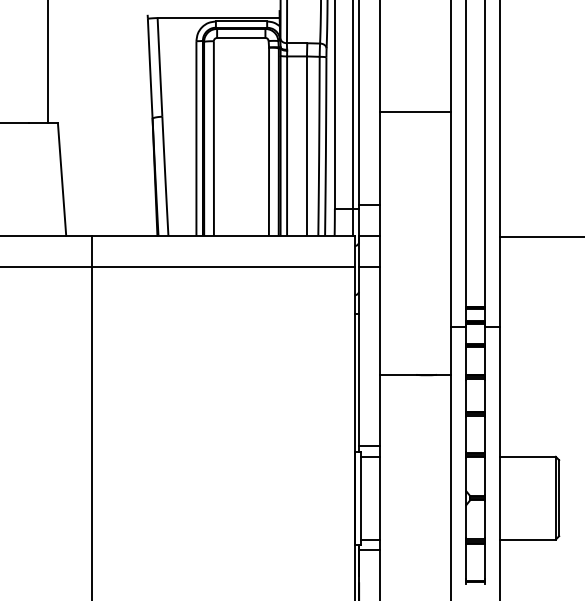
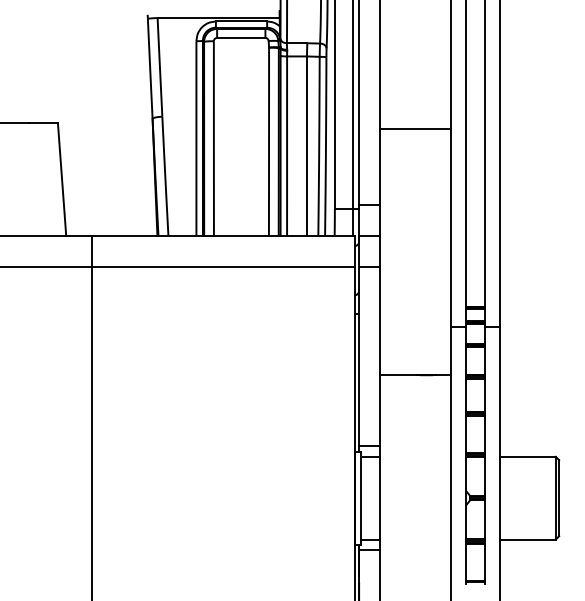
line at (48, 62): present -> none
line at (414, 112) position: (414, 112) -> (414, 129)
line at (540, 236): present -> none
